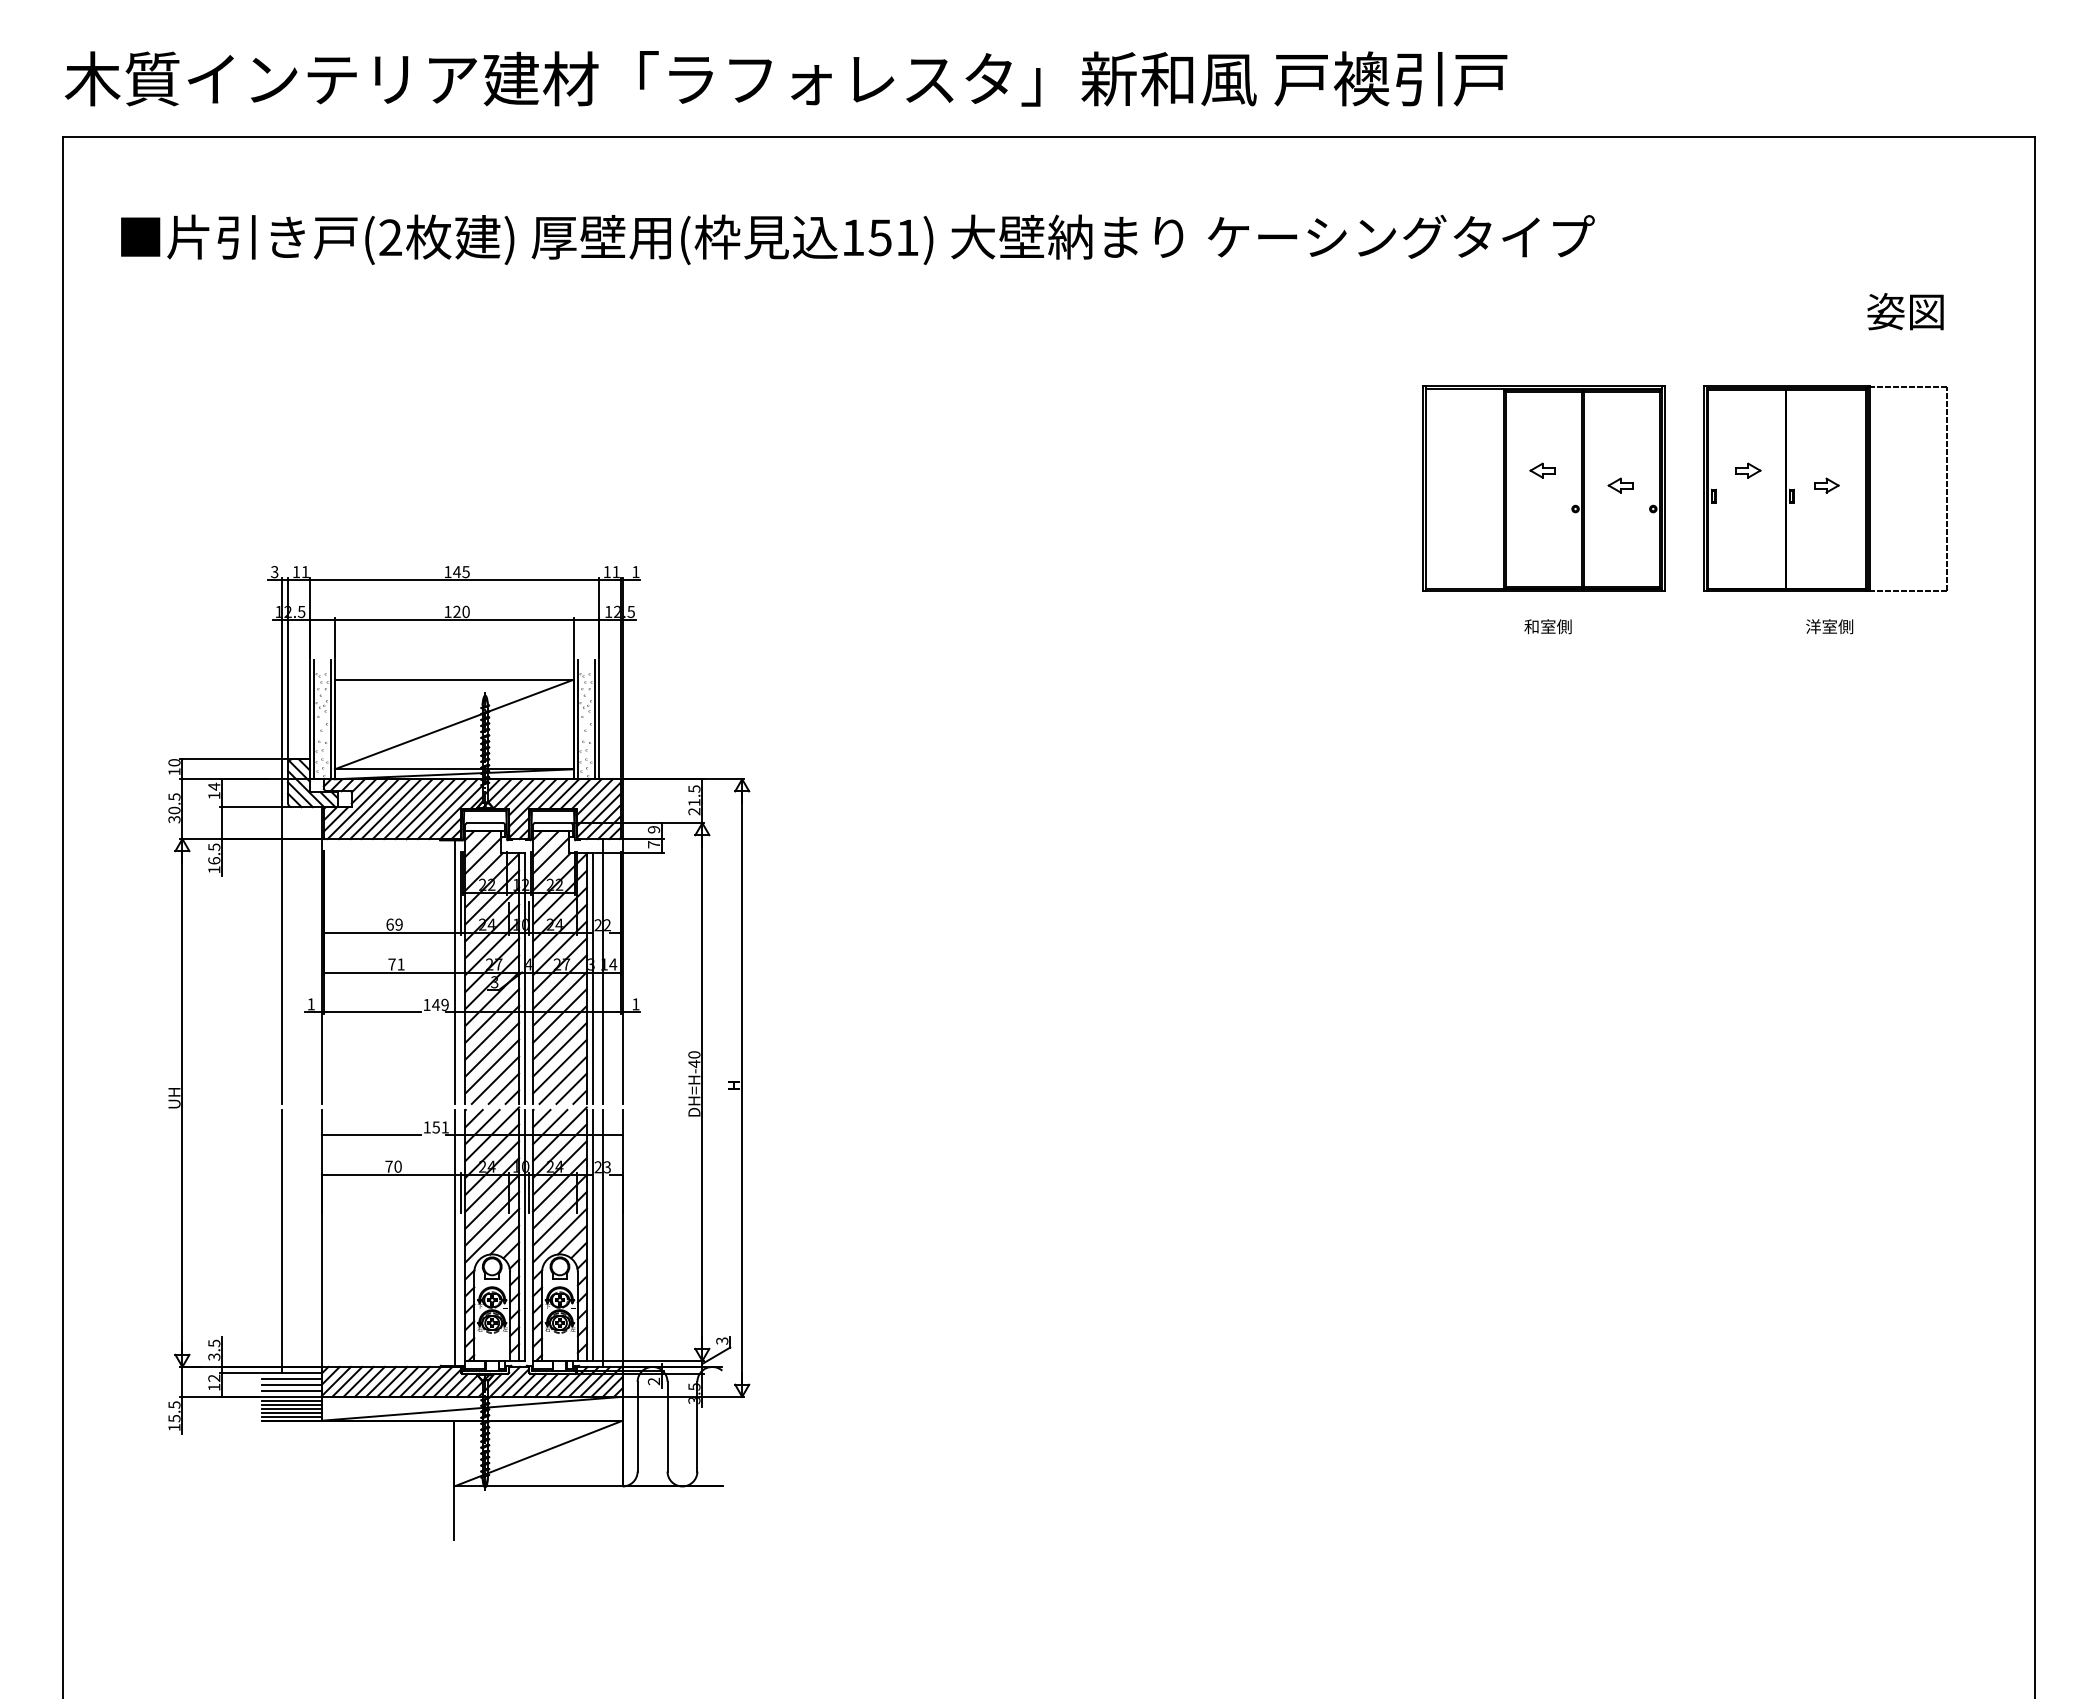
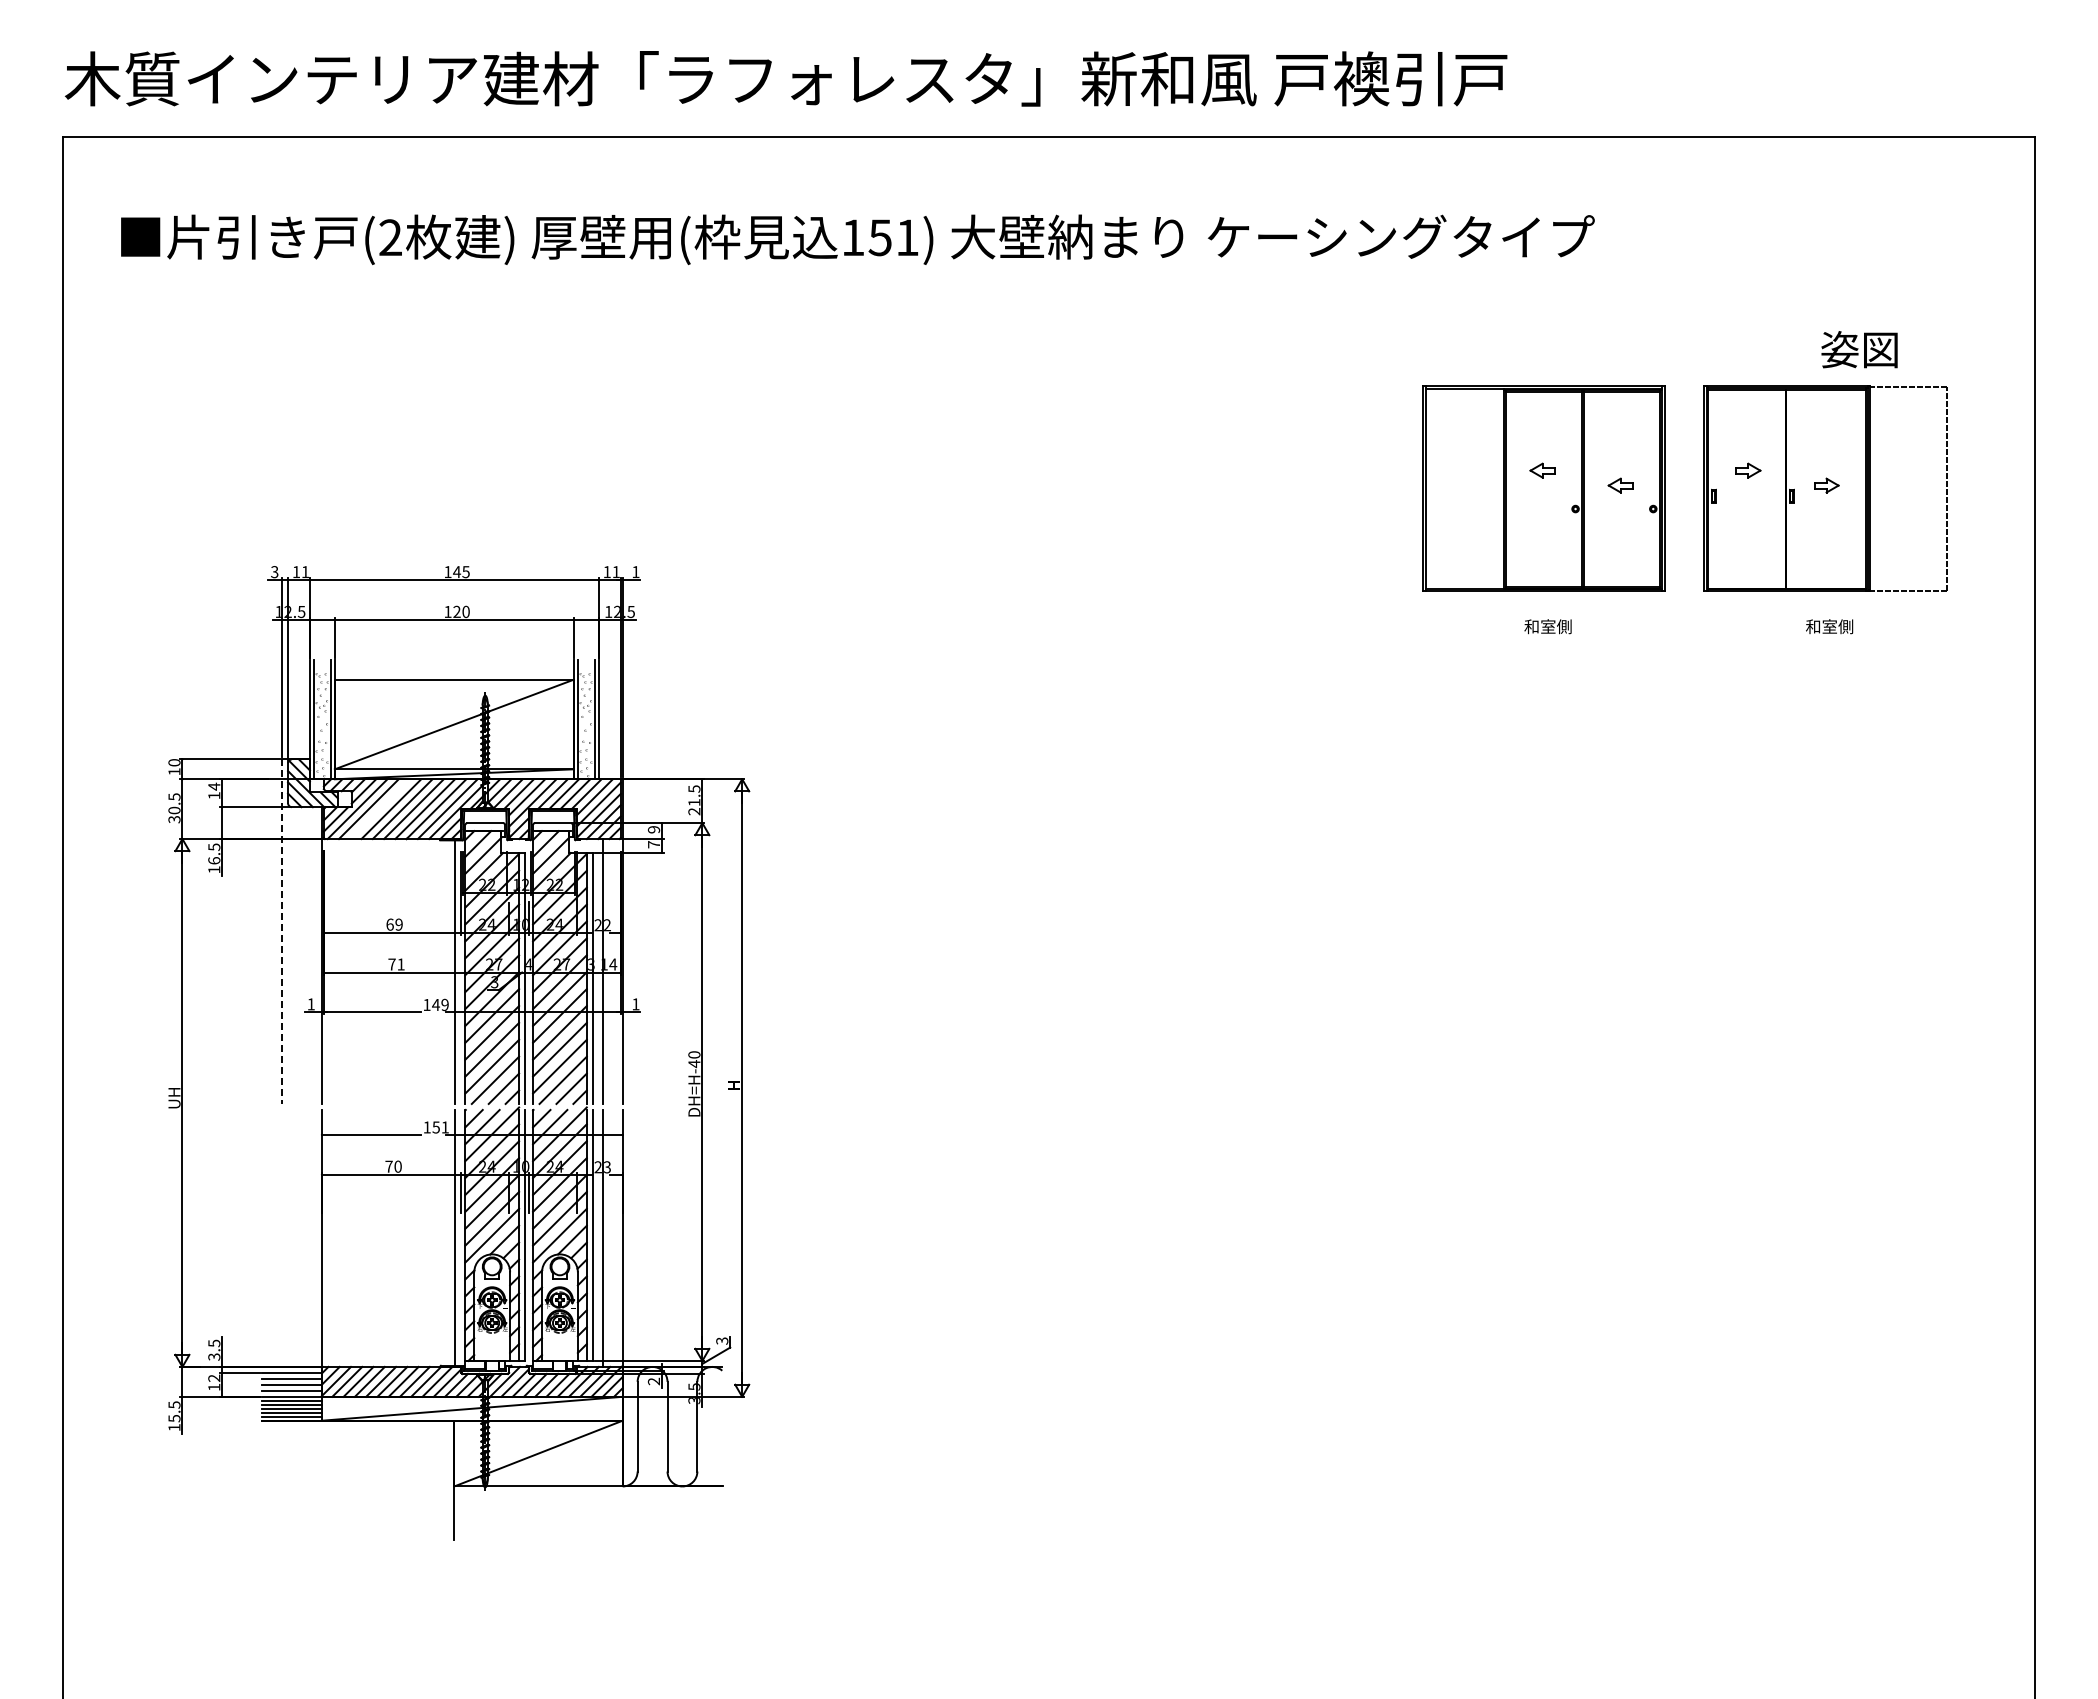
text at (1905, 311) position: (1905, 311) -> (1859, 349)
text at (1813, 626): 洋室側 -> 和室側
line at (380, 809): present -> none
line at (282, 932): solid -> dashed
line at (282, 1240): present -> none
